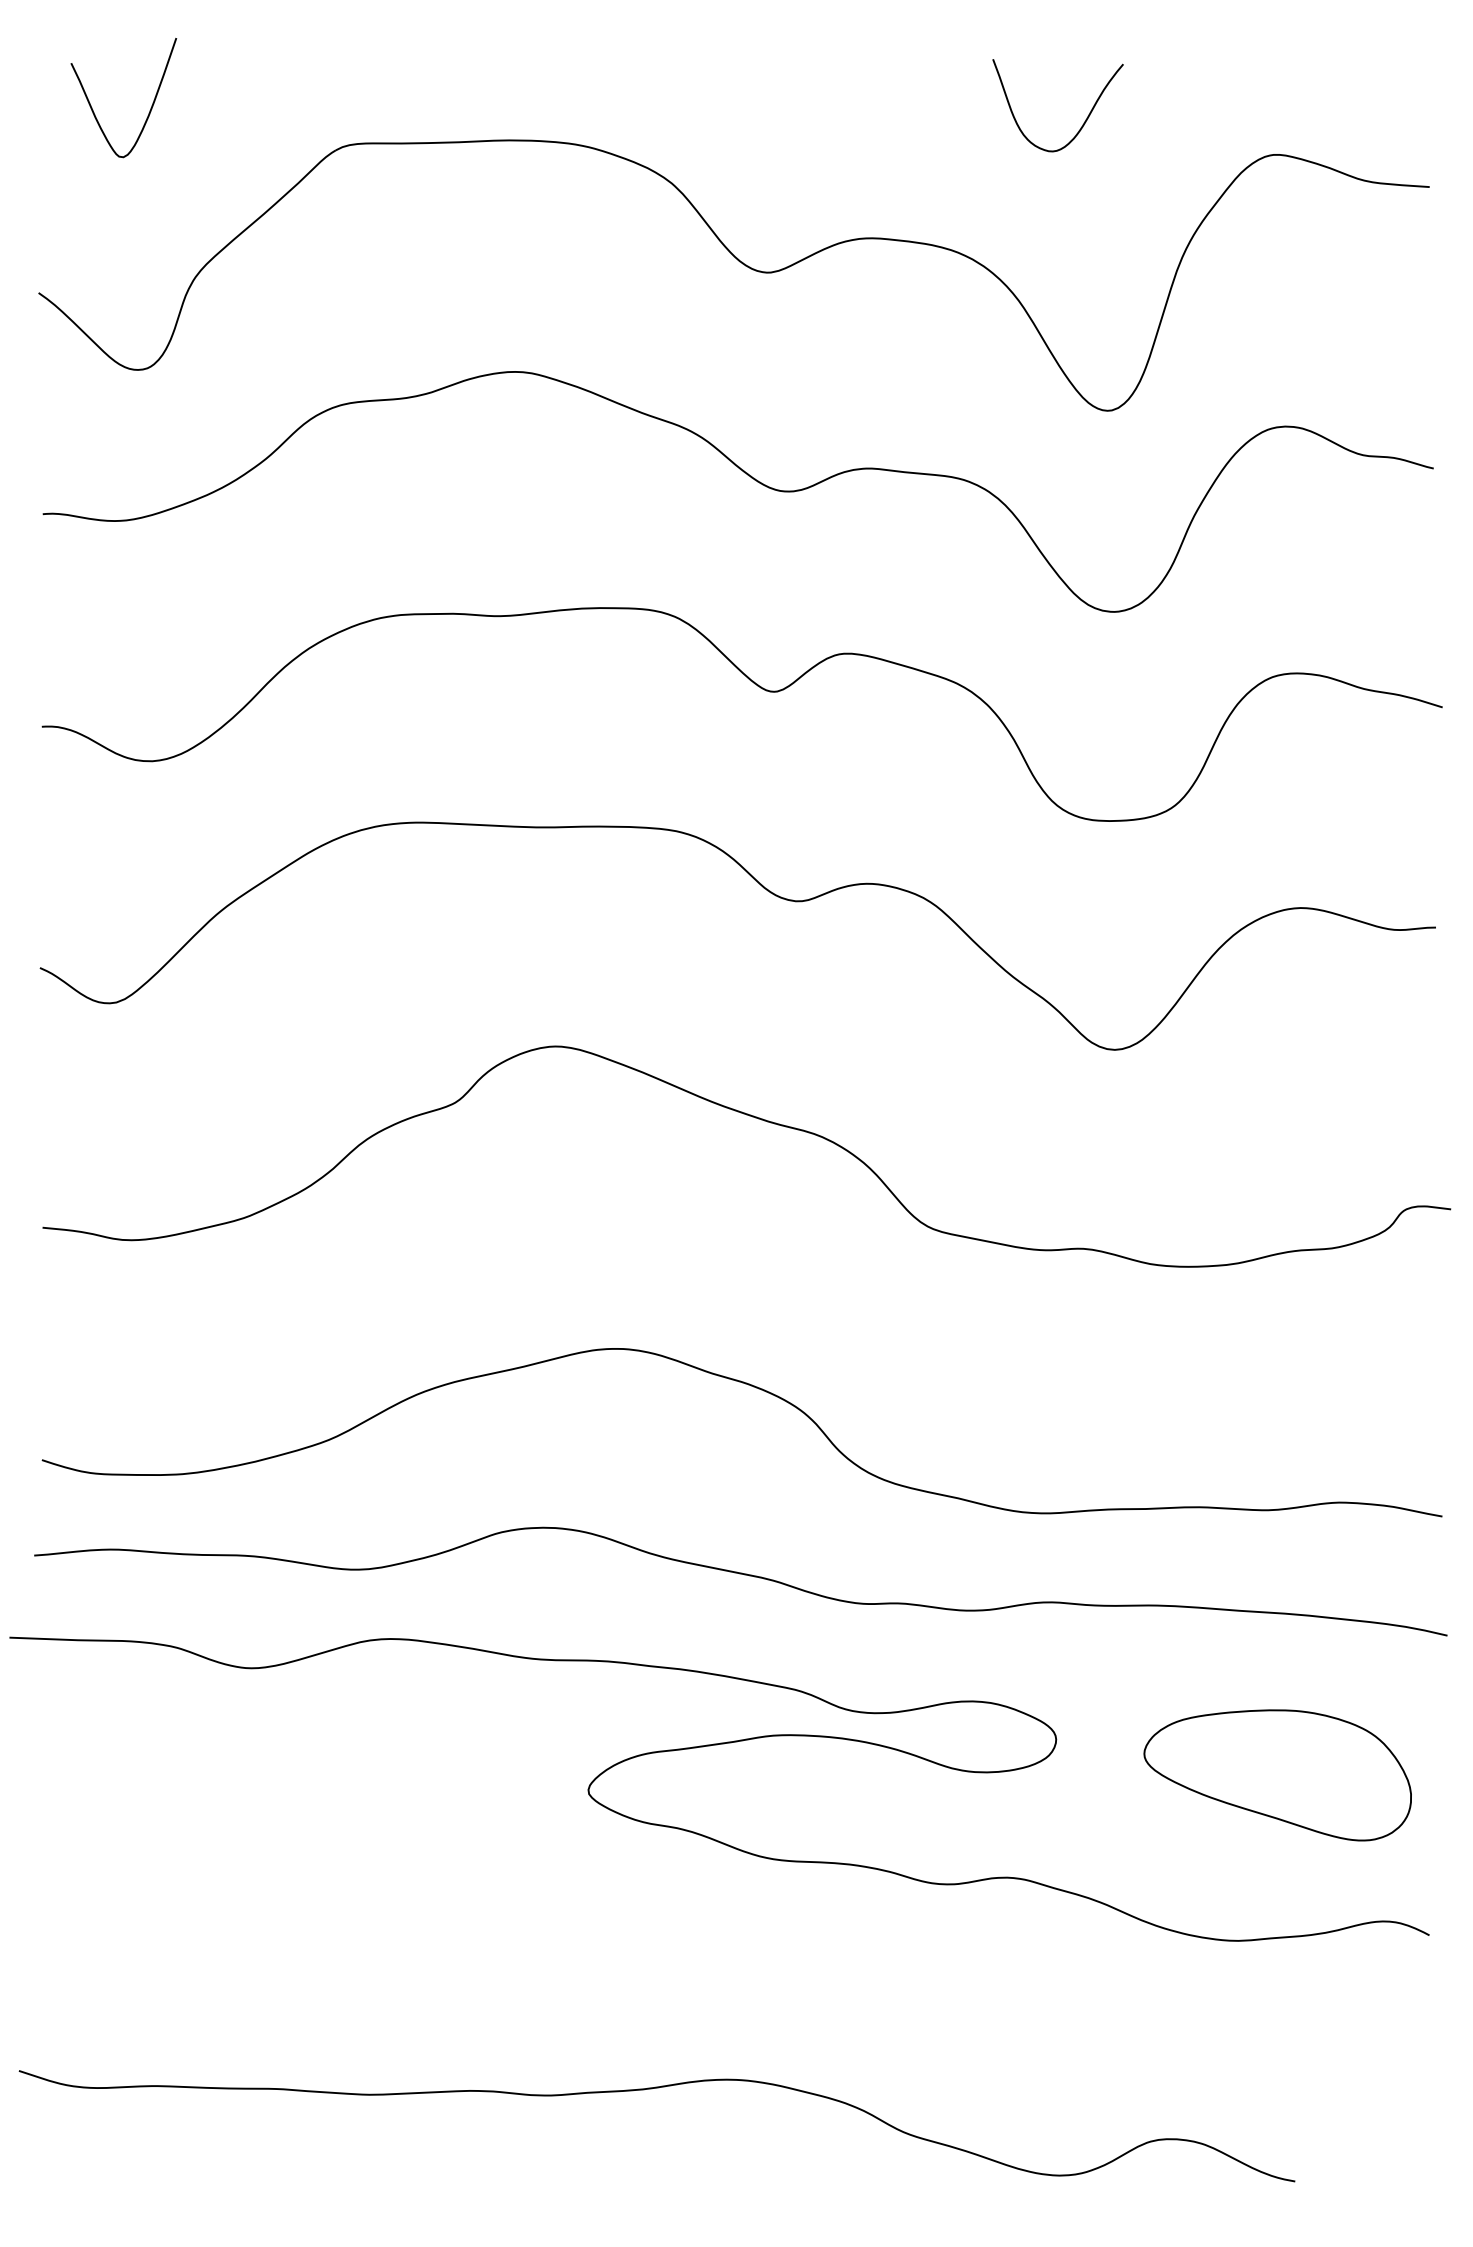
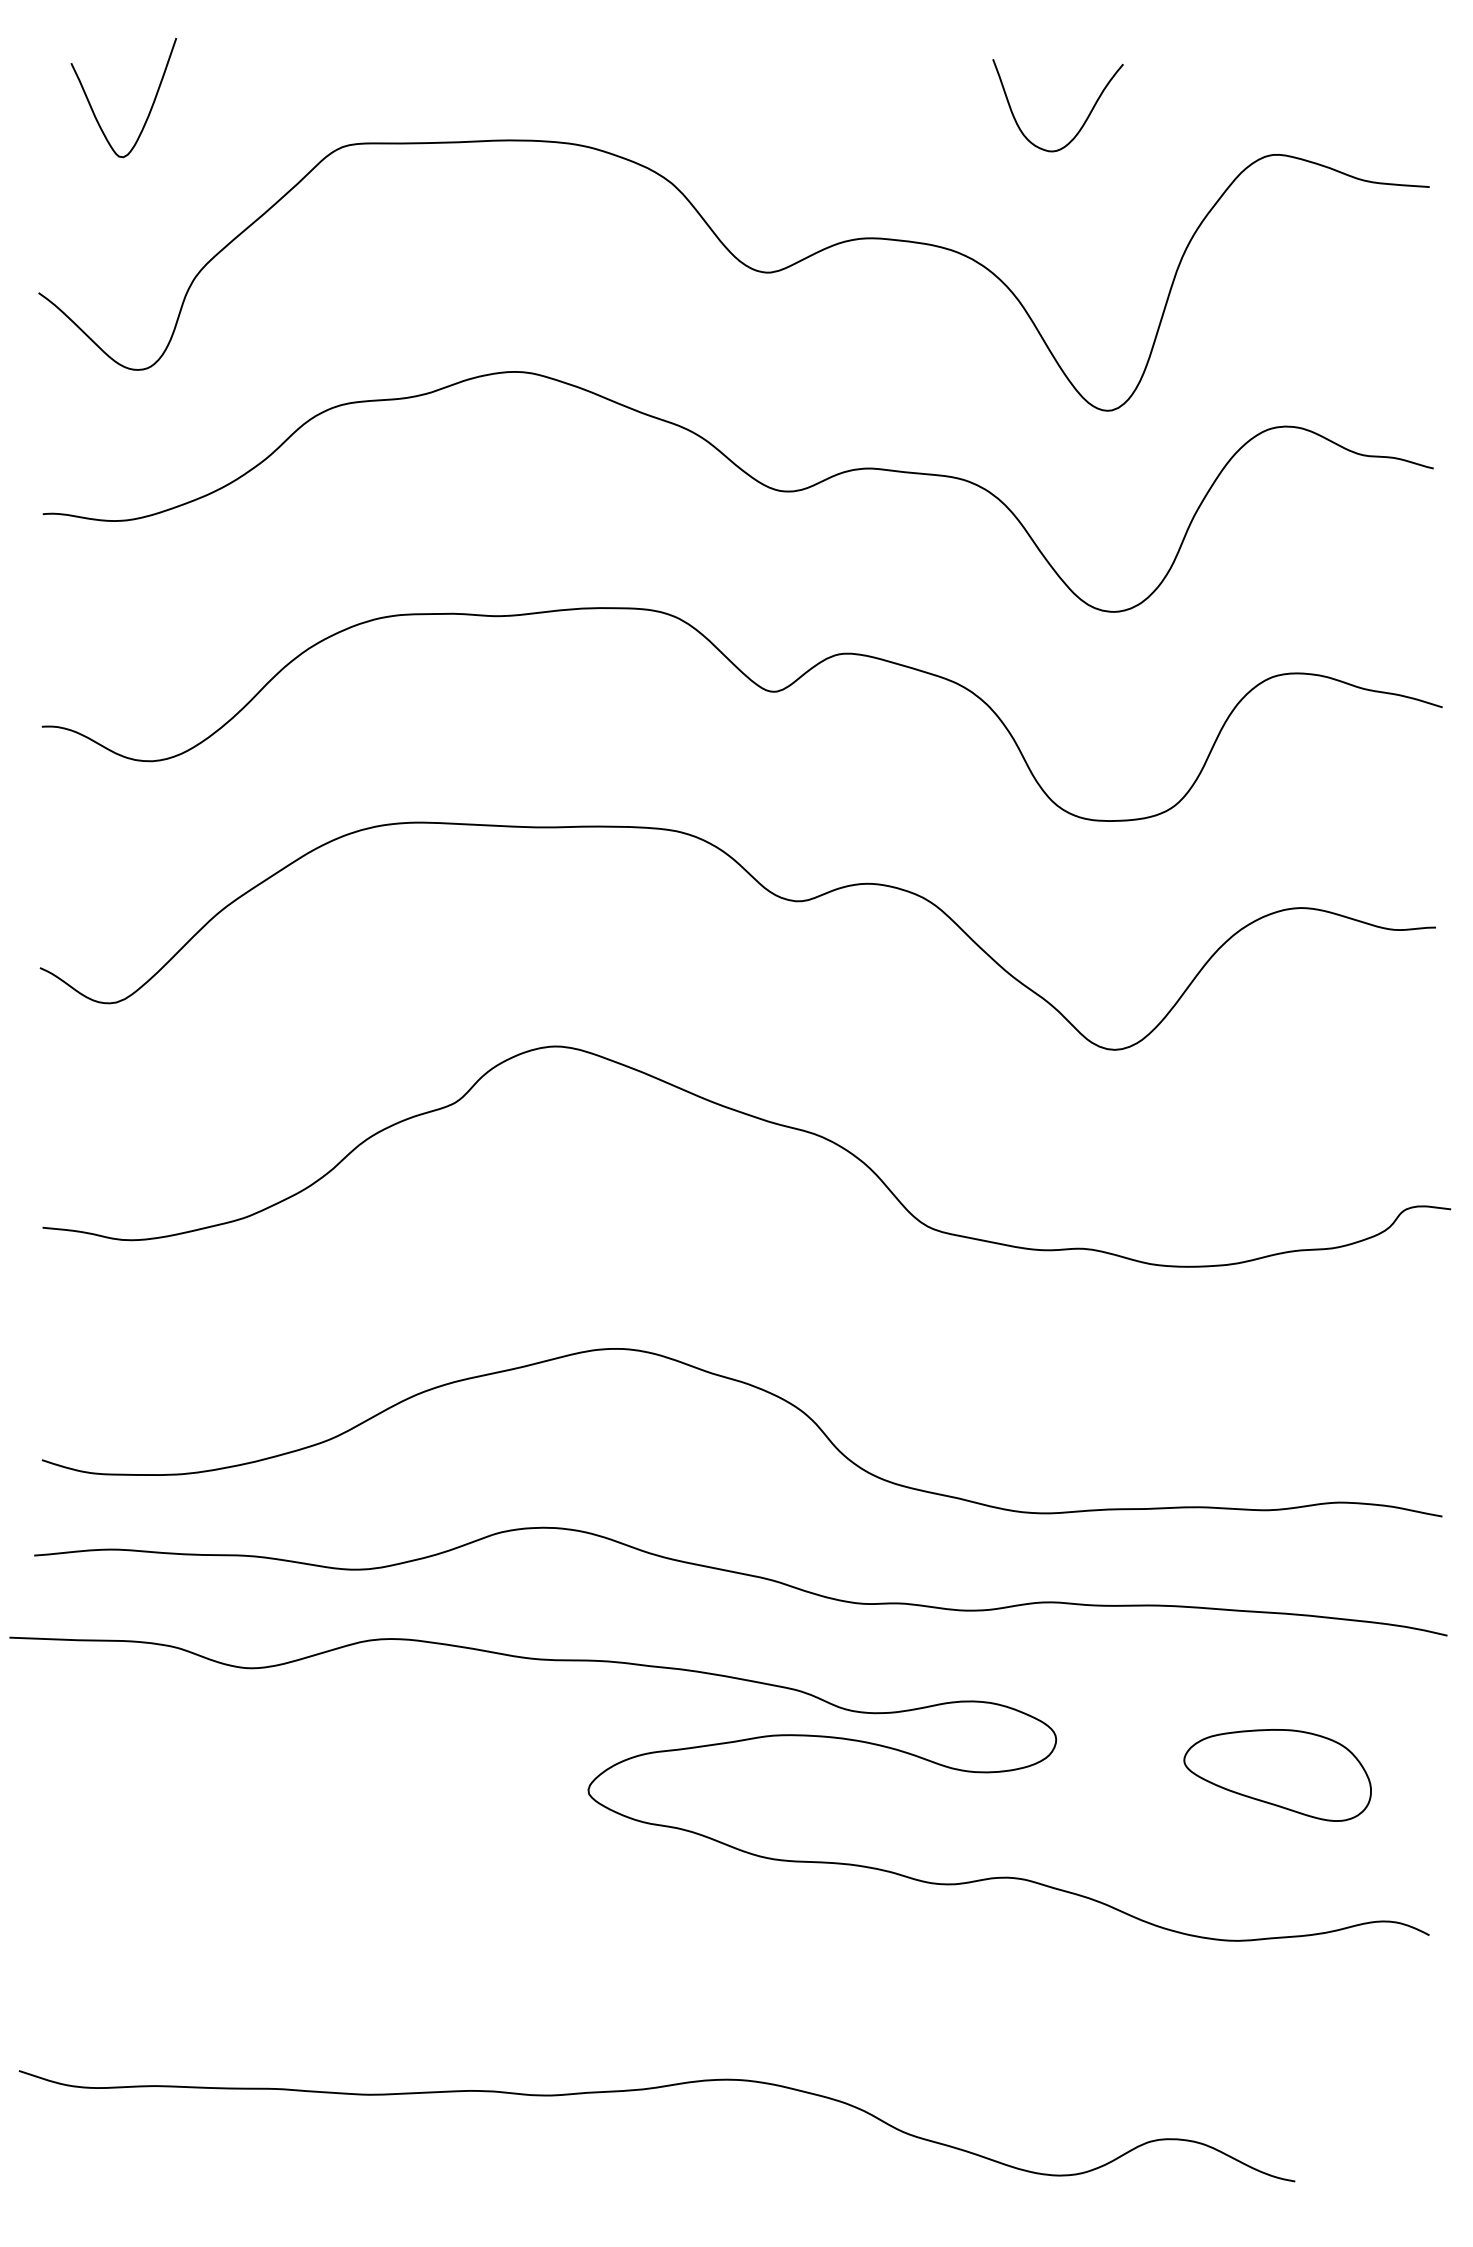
part at (1277, 1775) size: 269x133 px -> 189x93 px
